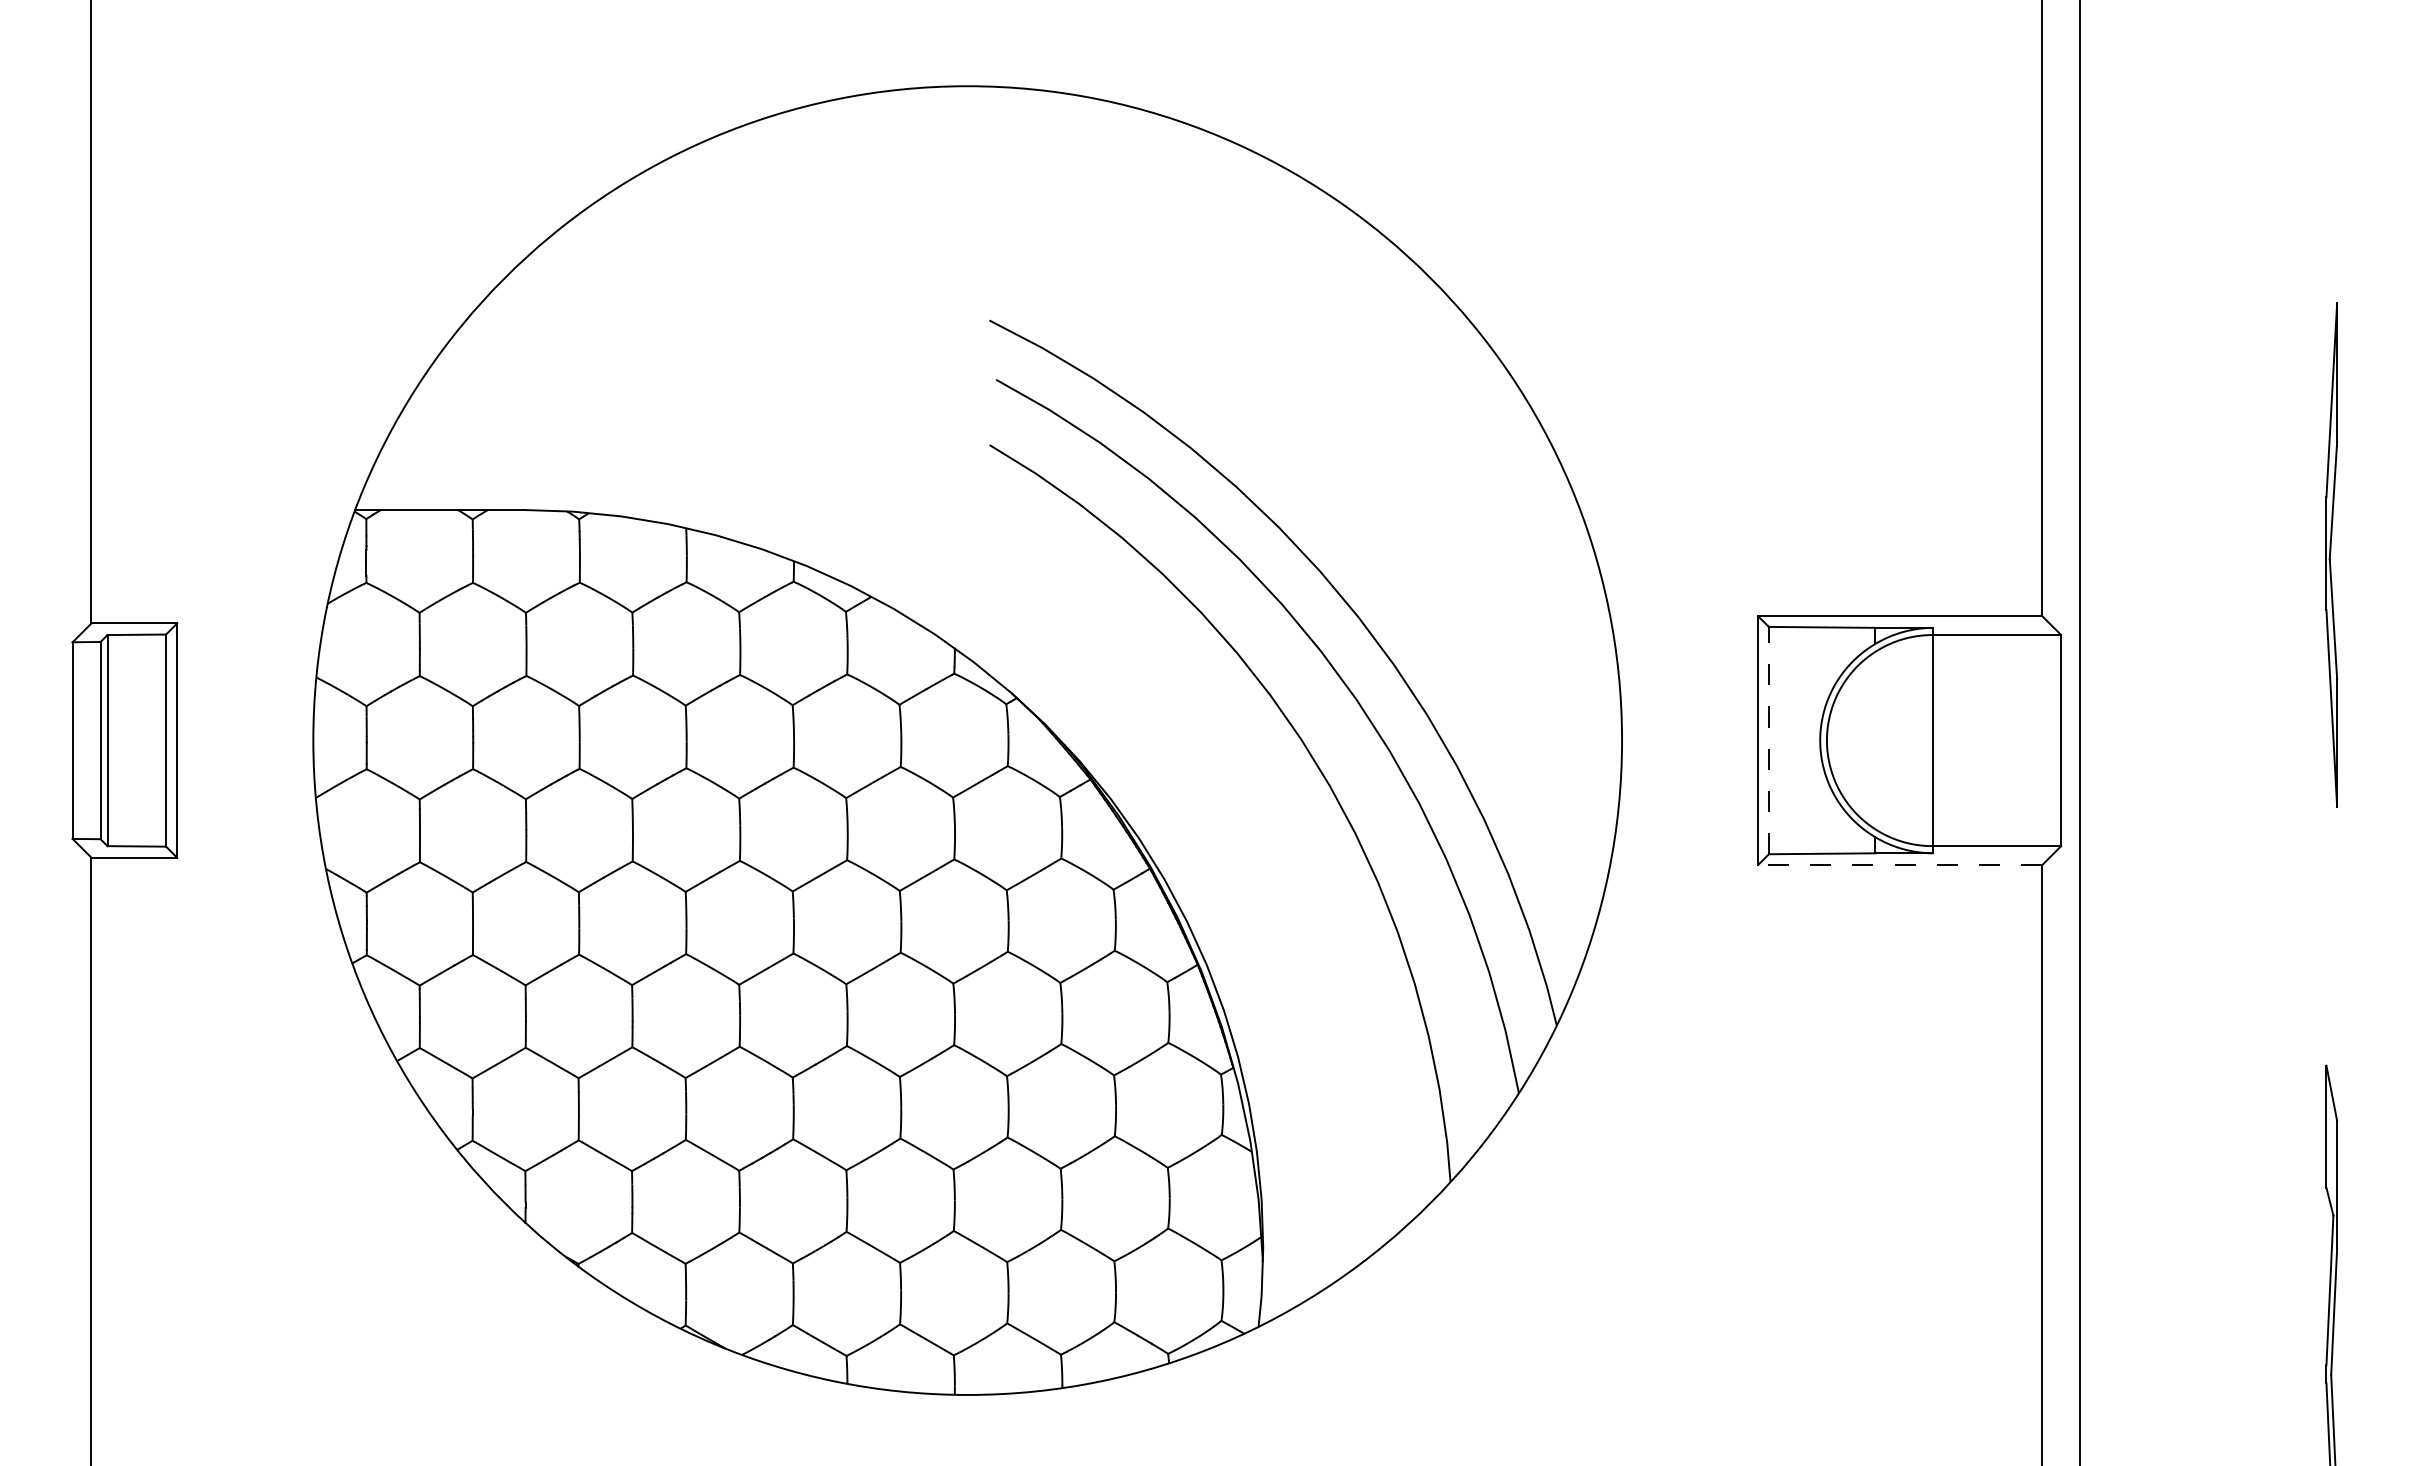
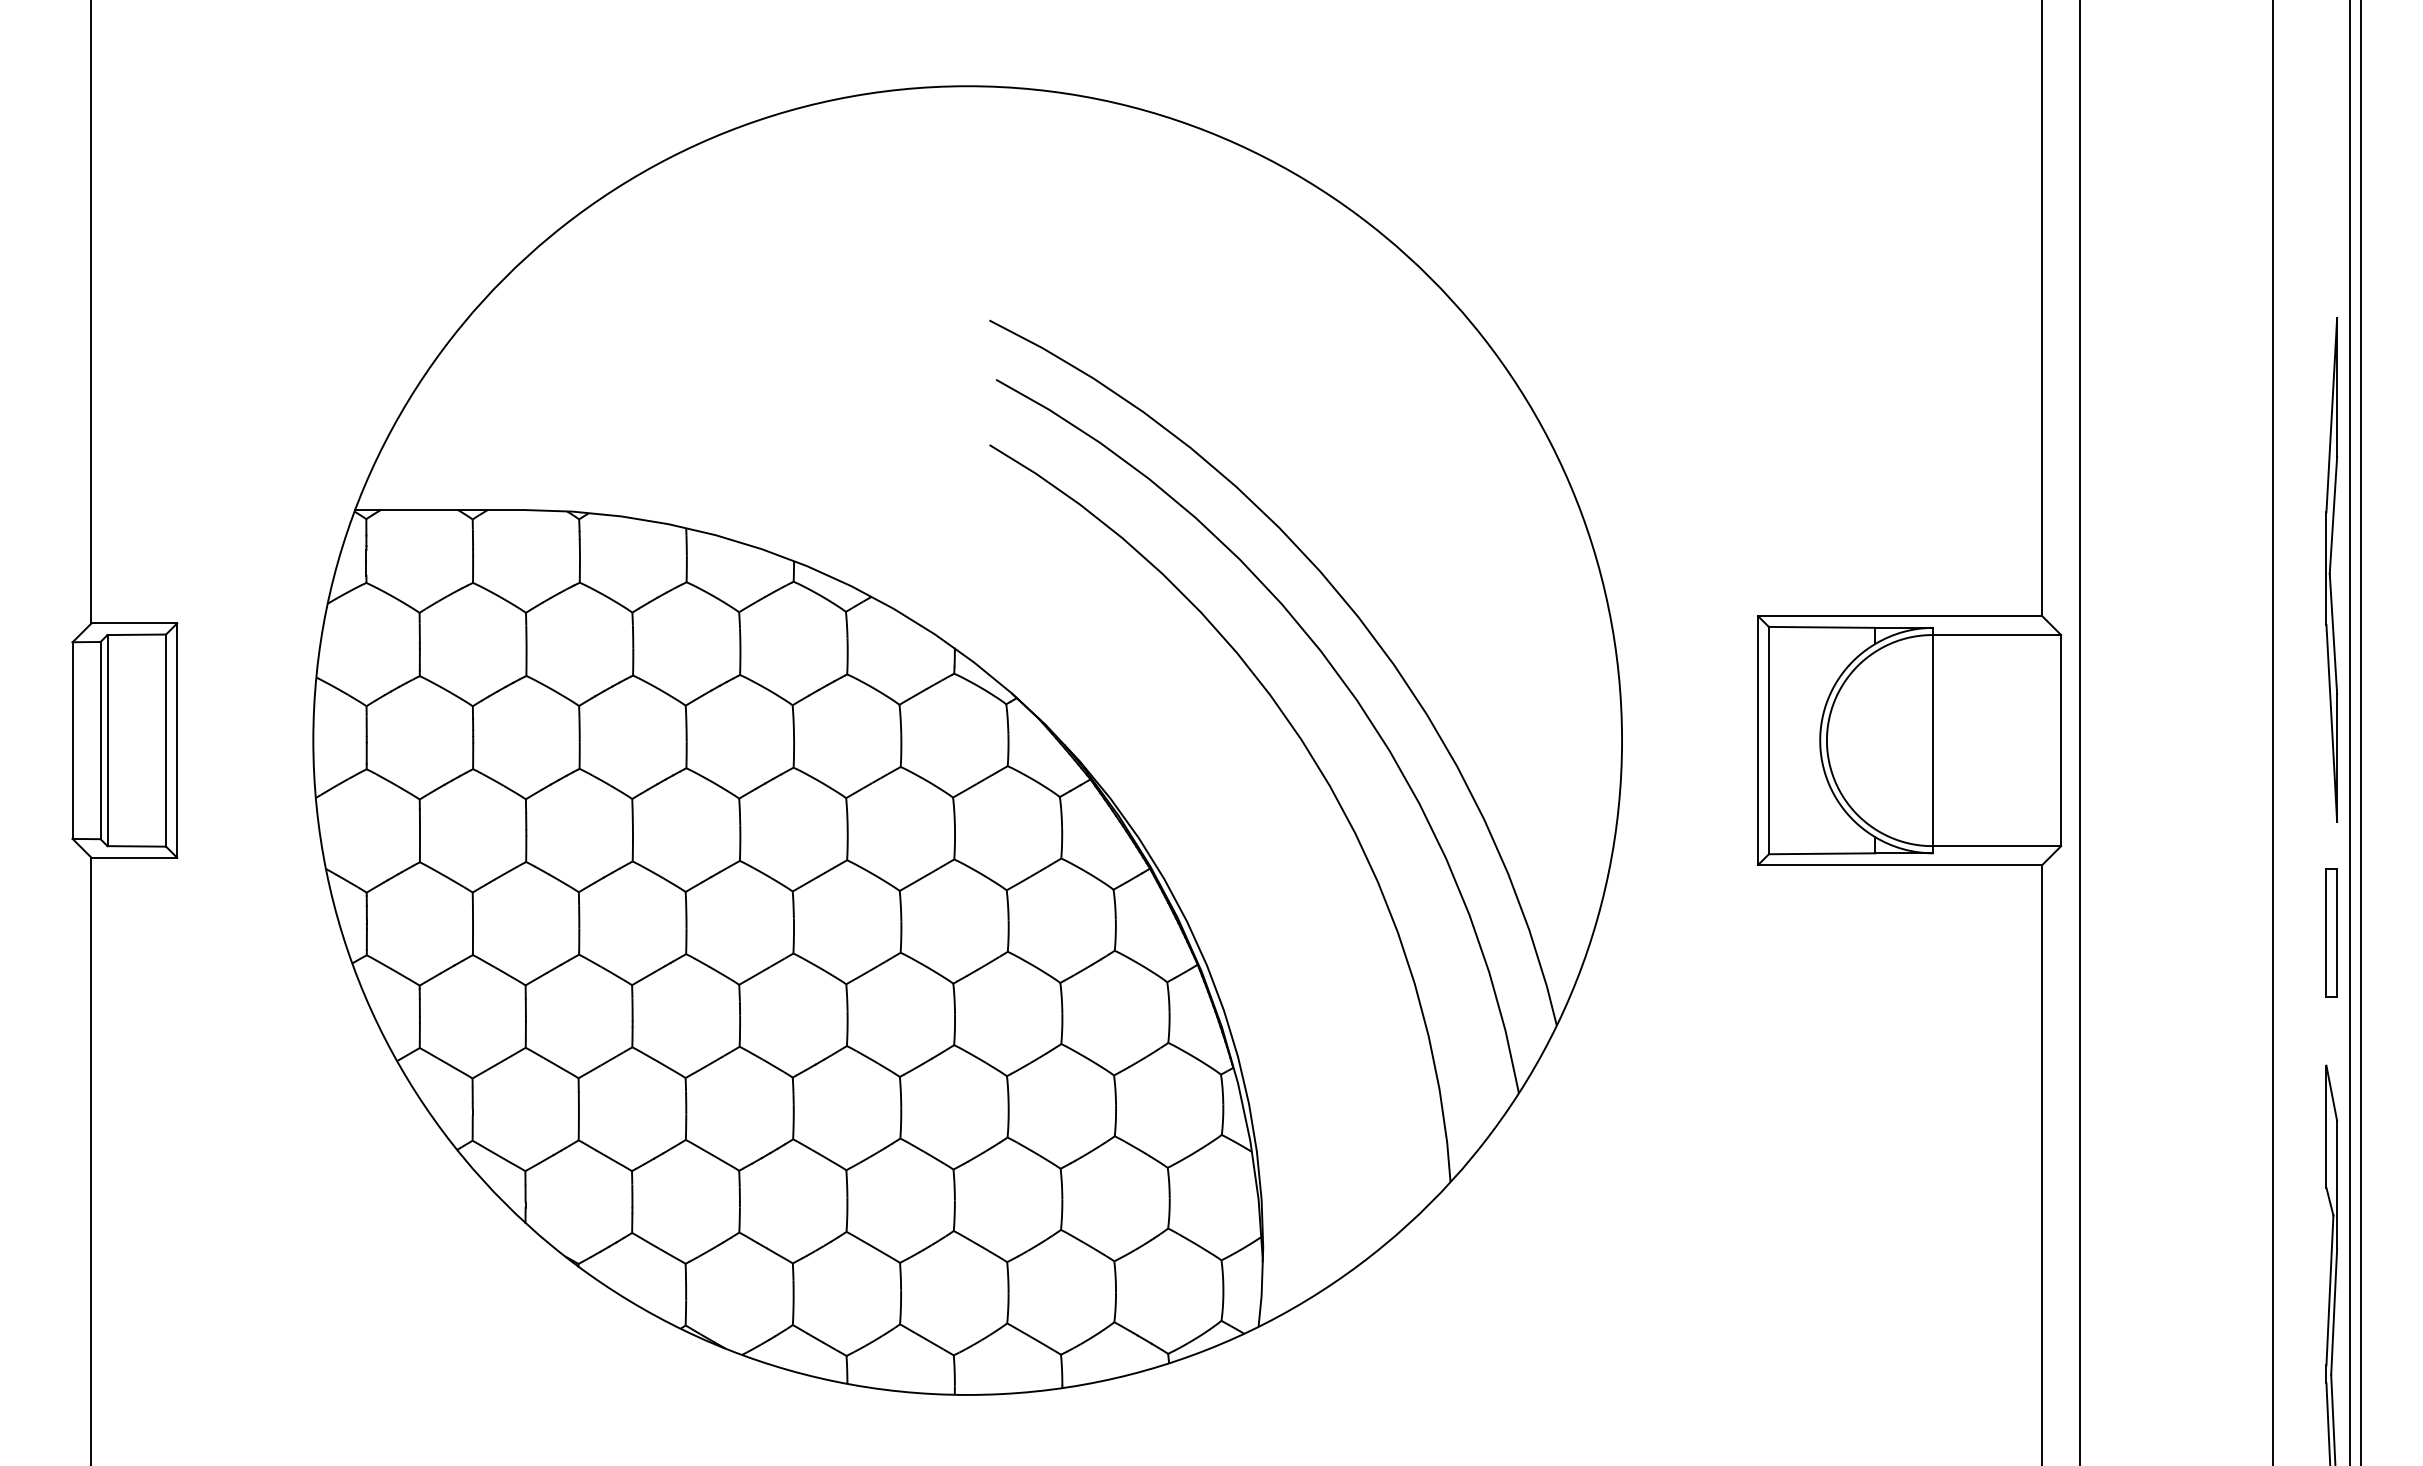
part at (2331, 554) position: (2331, 554) -> (2331, 569)
line at (2272, 732): none -> present
line at (2350, 732): none -> present
line at (2361, 732): none -> present
line at (1768, 740): dashed -> solid
line at (1899, 864): dashed -> solid
part at (2331, 932): none -> present
